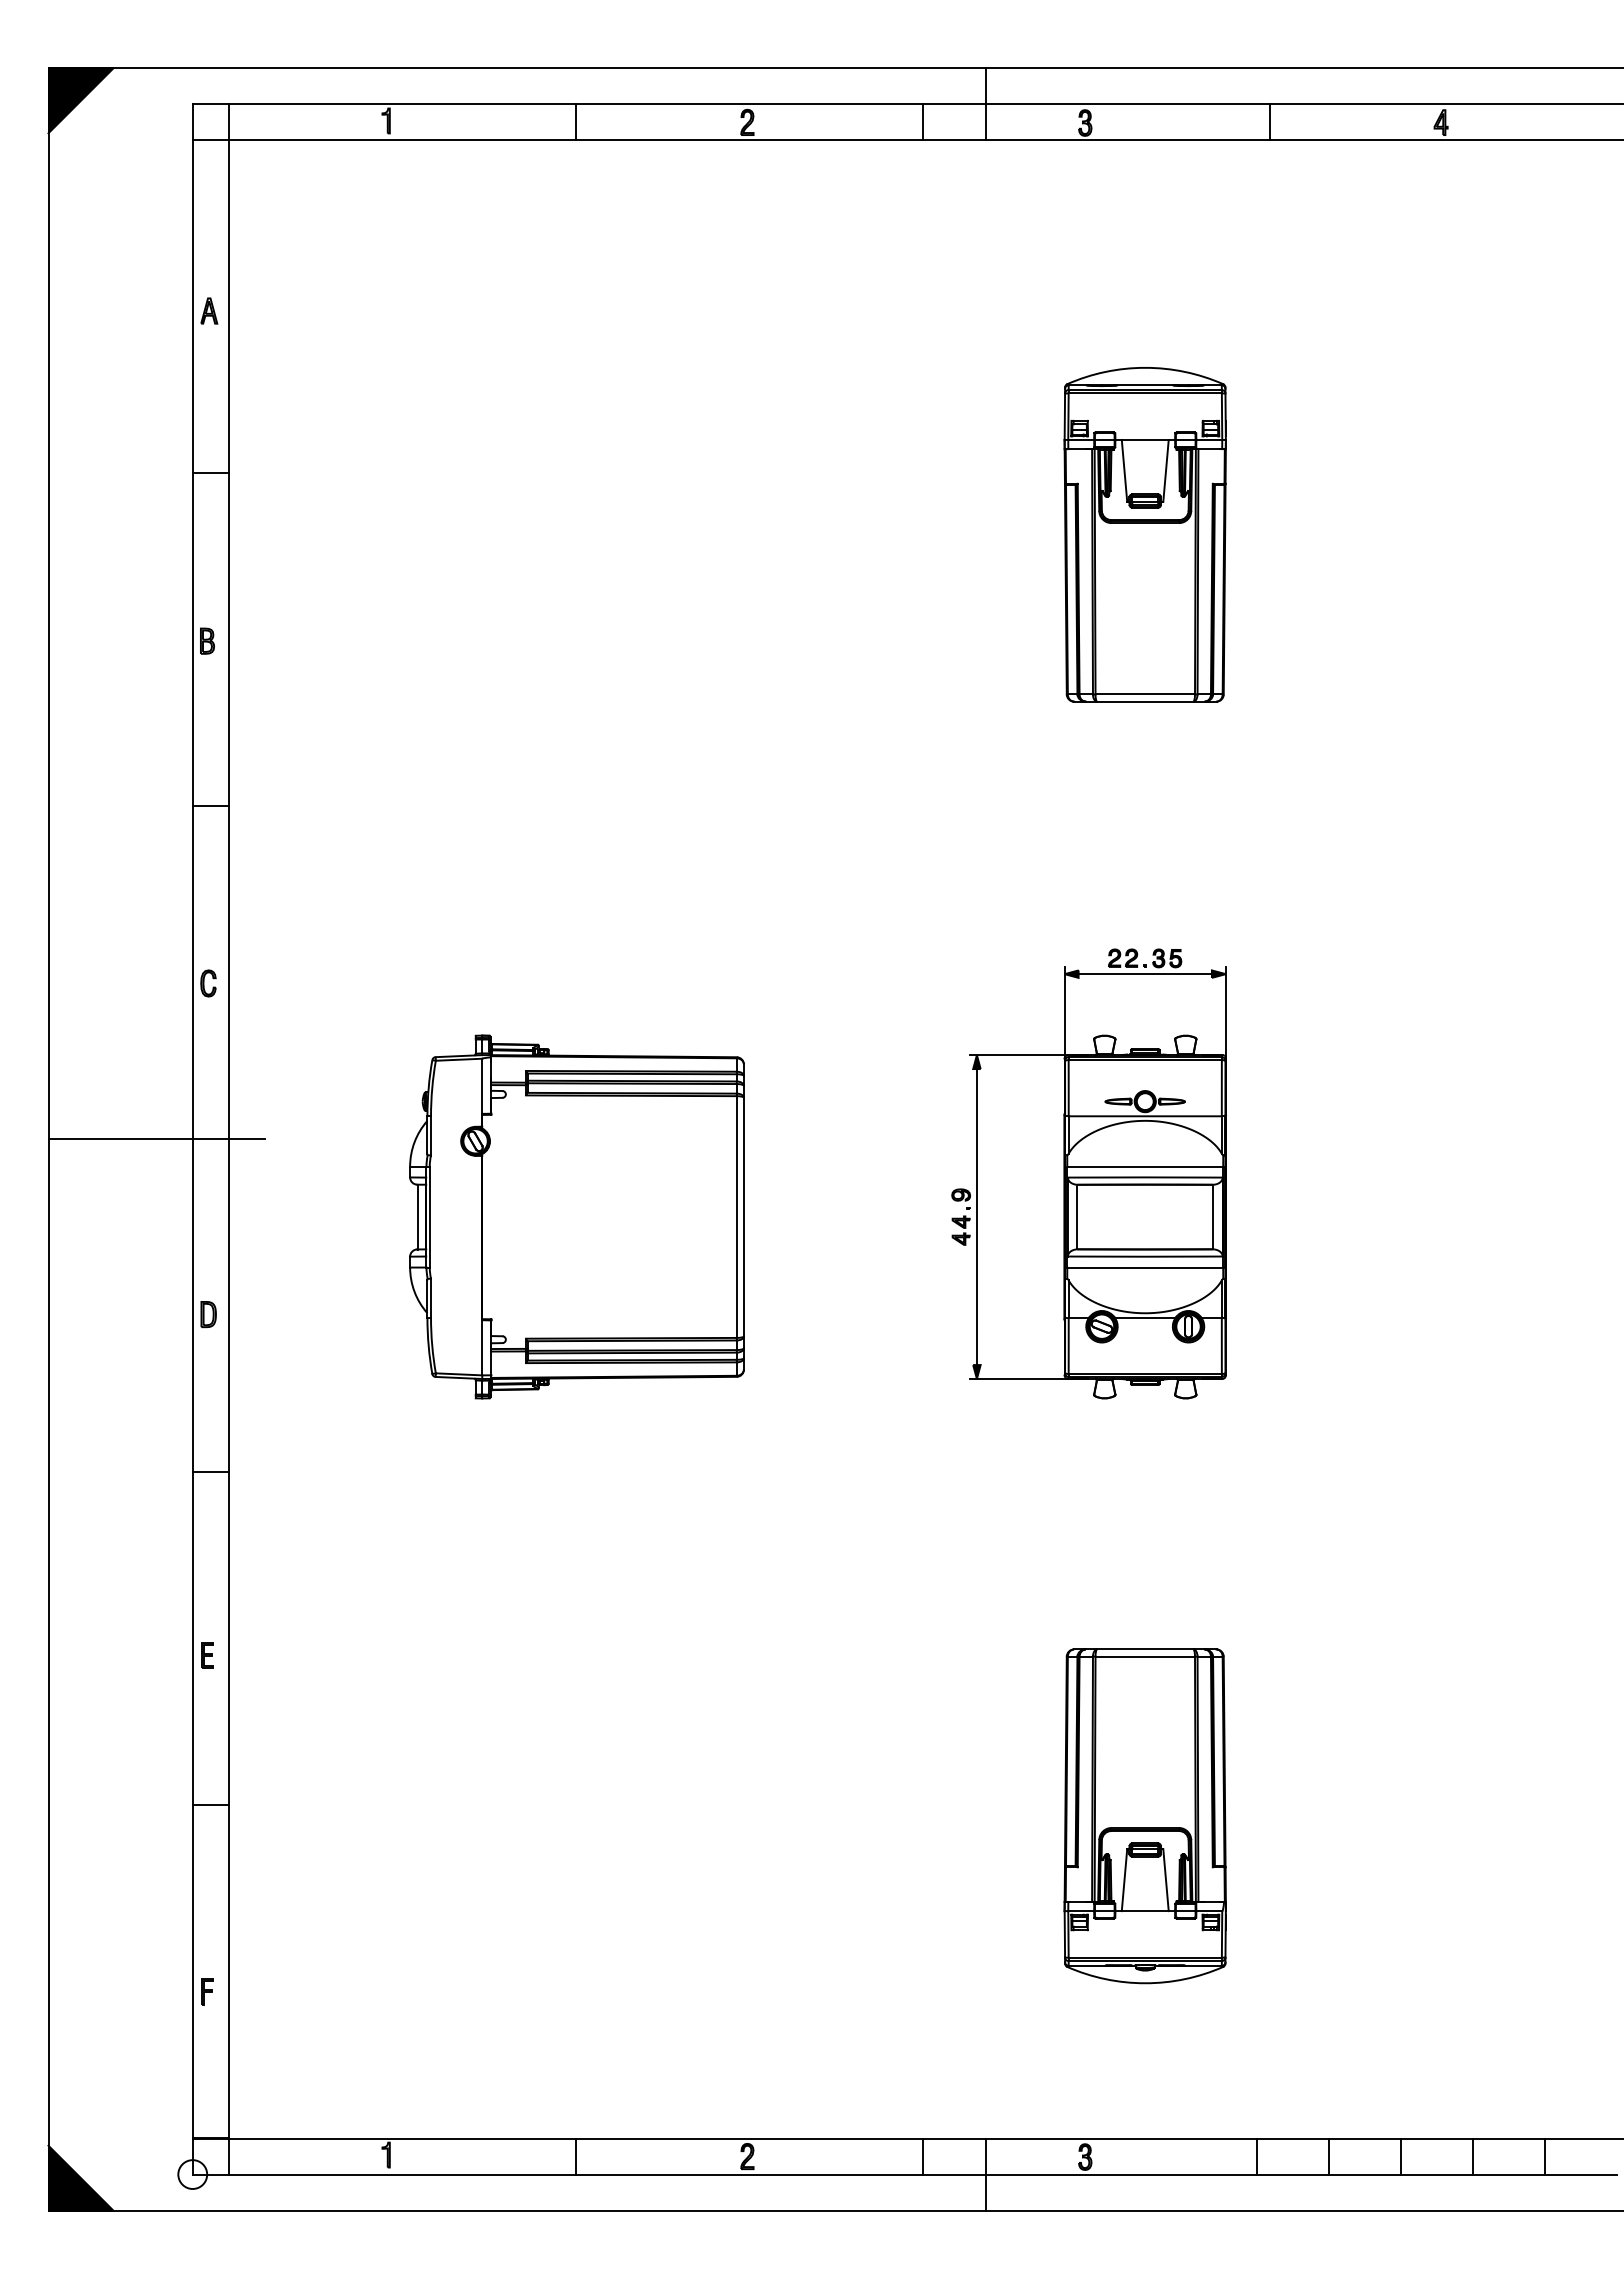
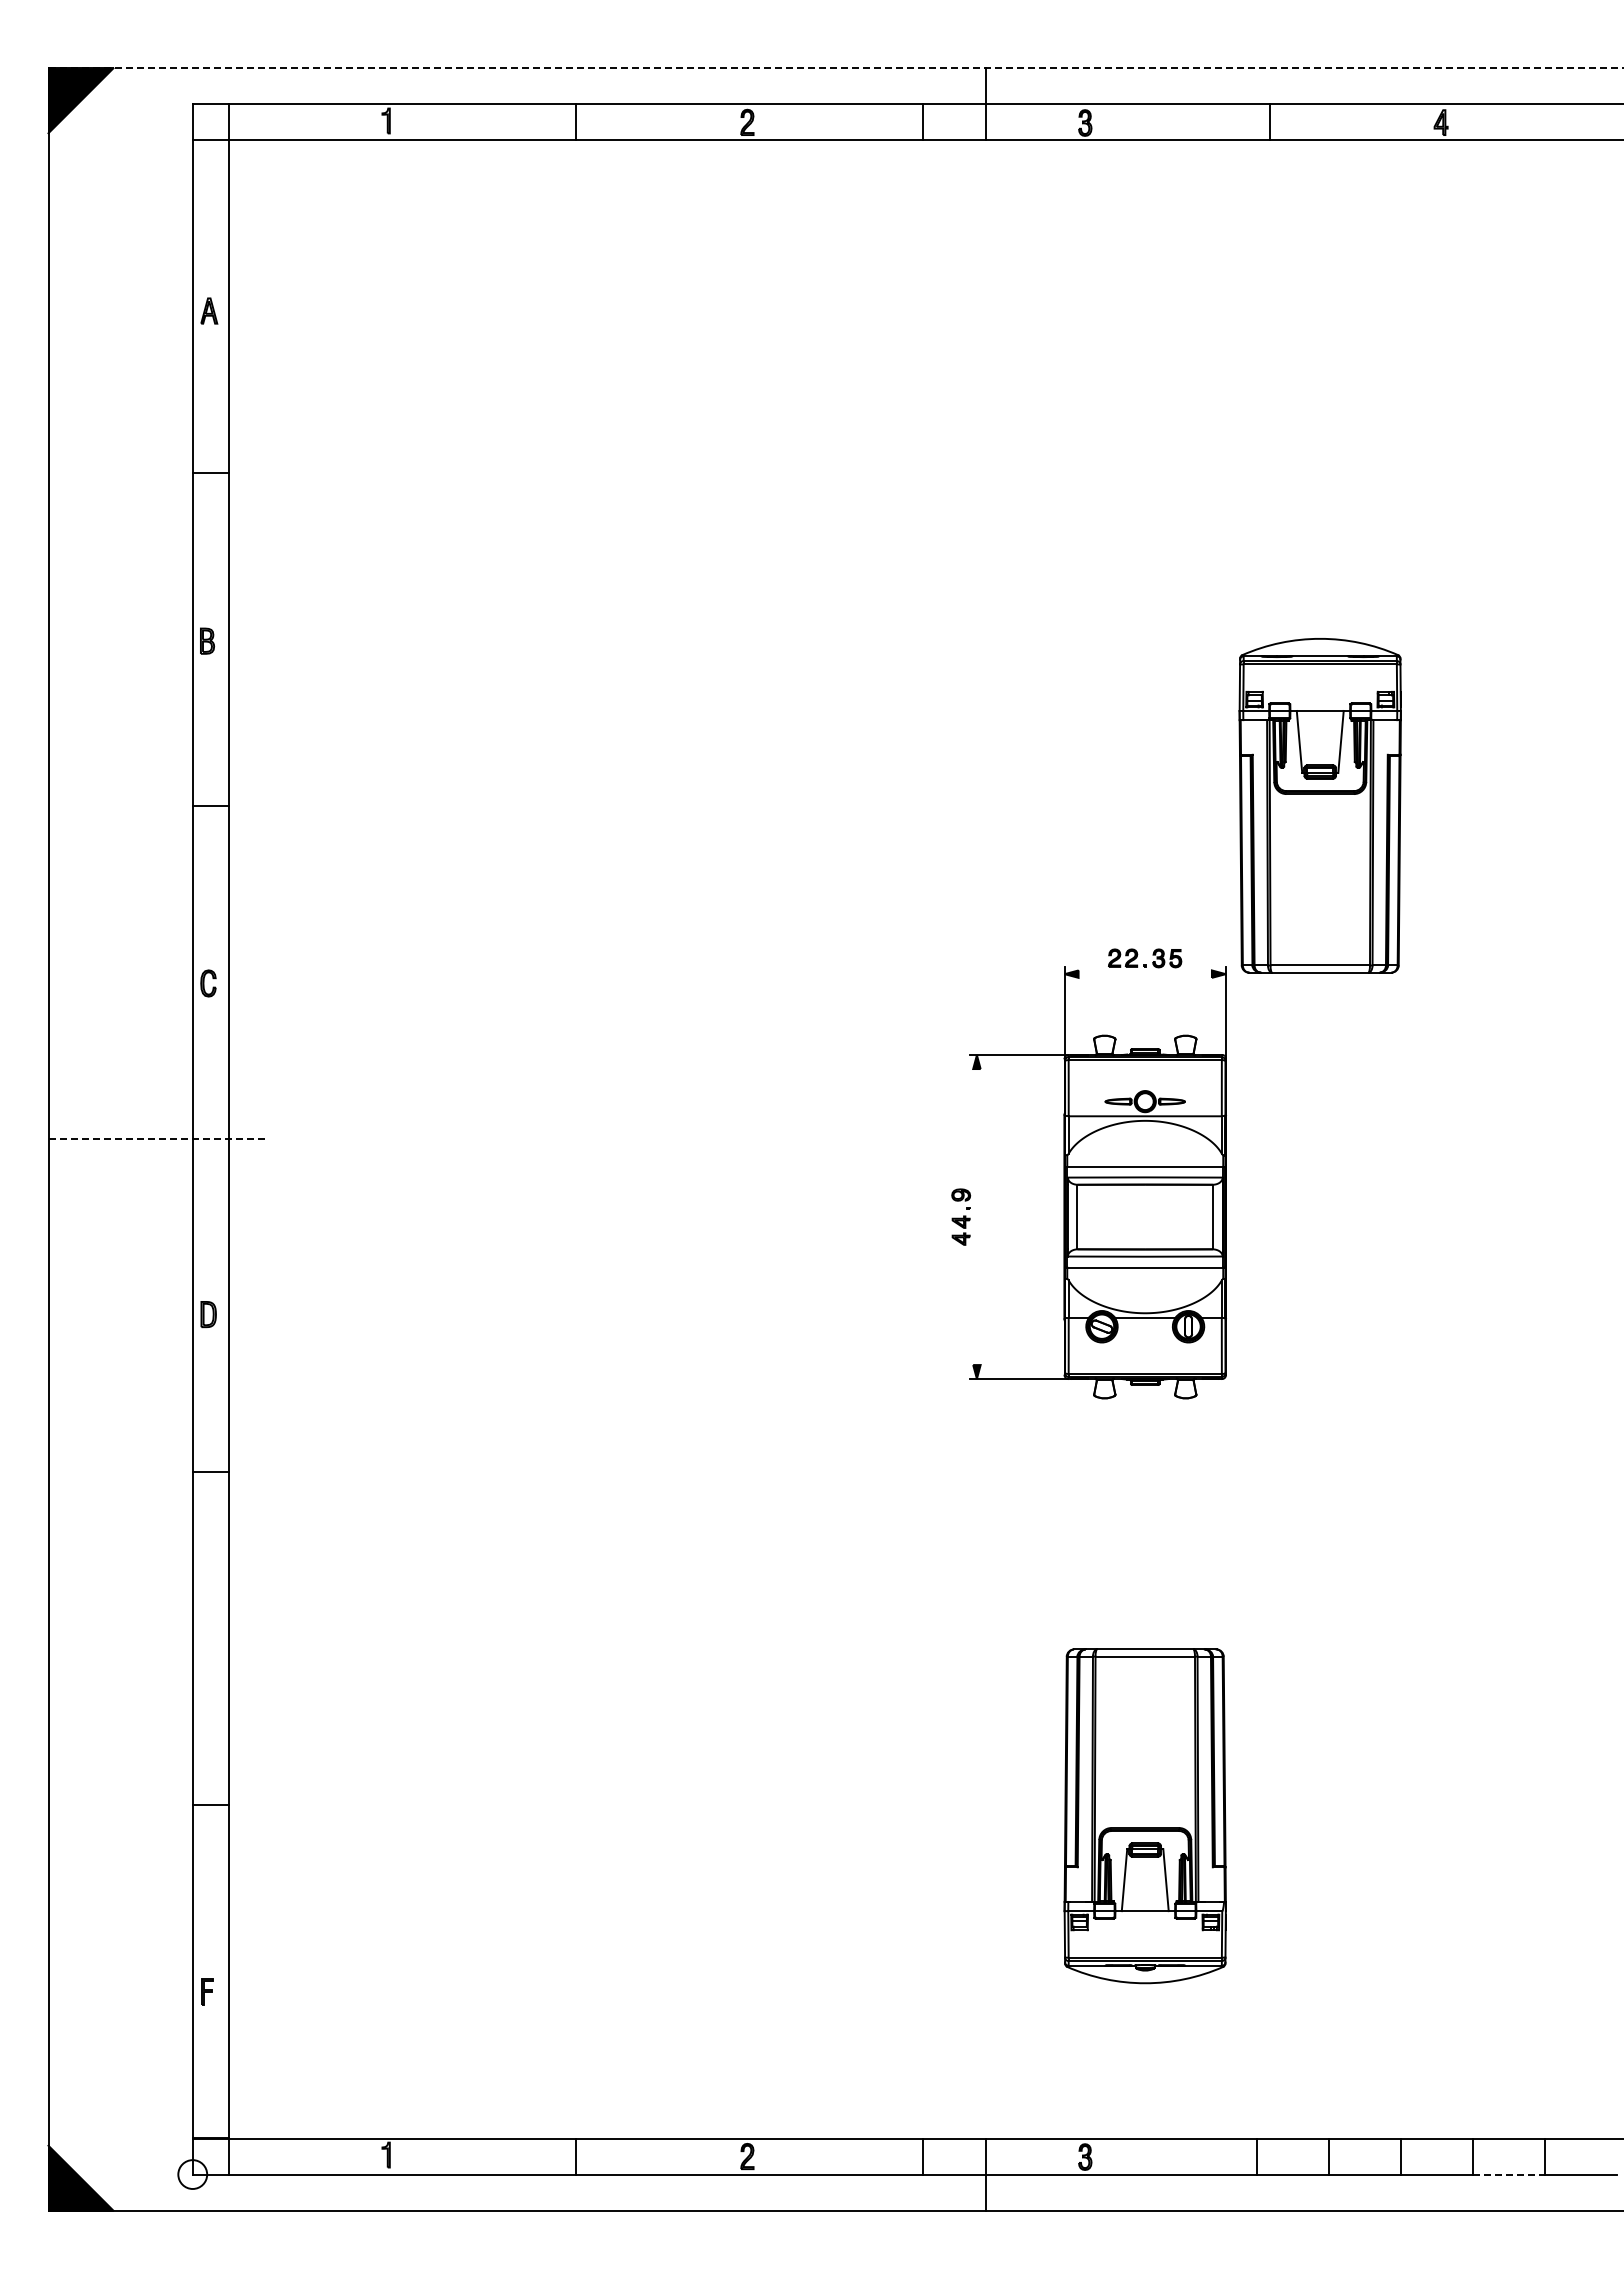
line at (836, 68): solid -> dashed
part at (1144, 534) position: (1144, 534) -> (1319, 805)
line at (1144, 974): present -> none
line at (157, 1139): solid -> dashed
part at (576, 1216): present -> none
line at (976, 1217): present -> none
part at (207, 1655): present -> none
line at (1509, 2174): solid -> dashed
